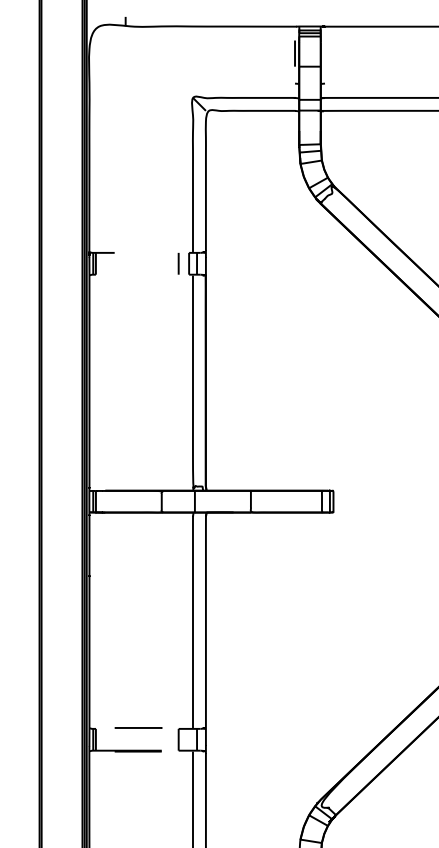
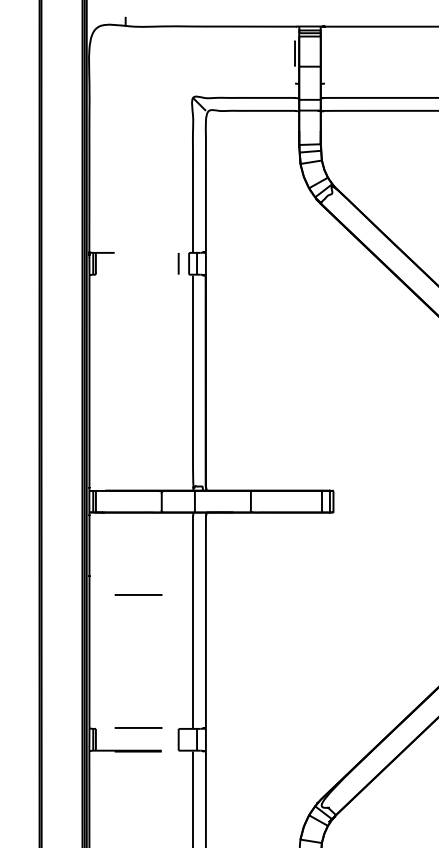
line at (138, 594): none -> present
